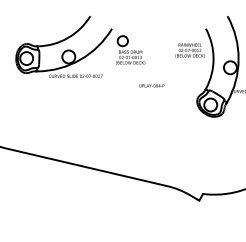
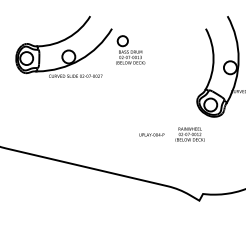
text at (189, 50) position: (189, 50) -> (189, 134)
text at (151, 85) position: (151, 85) -> (151, 134)
